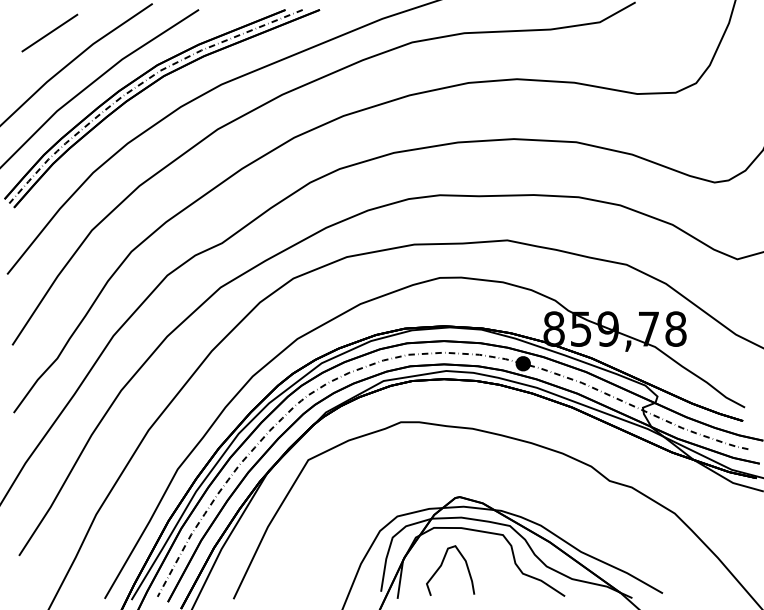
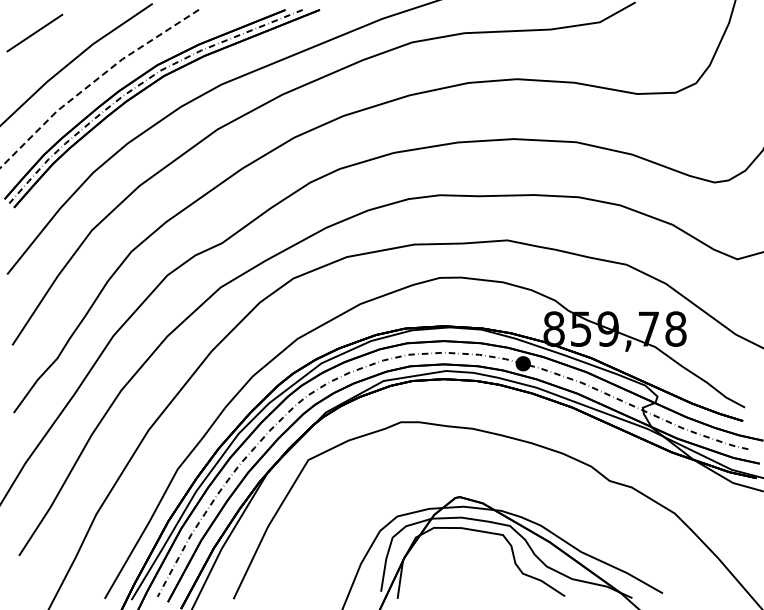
line at (49, 32) position: (49, 32) -> (34, 32)
line at (93, 82): solid -> dashed
curve at (442, 565): present -> none
